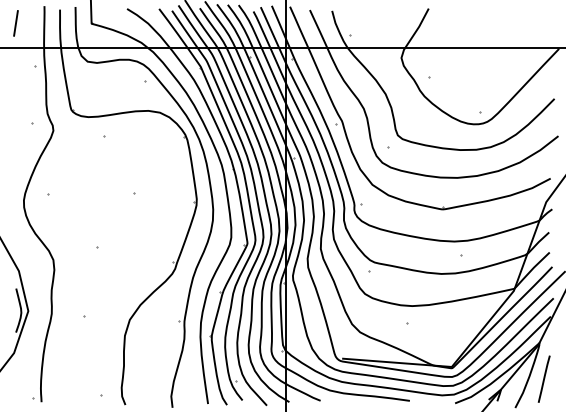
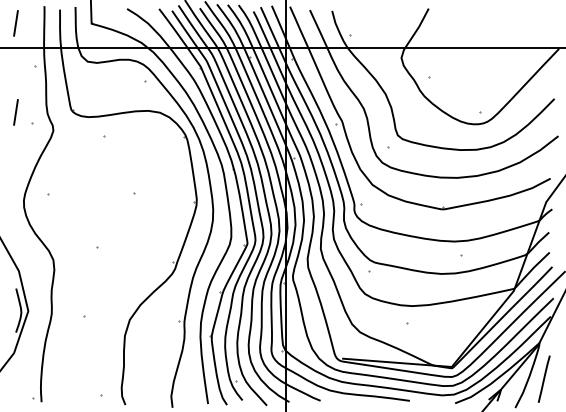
line at (15, 112): none -> present
